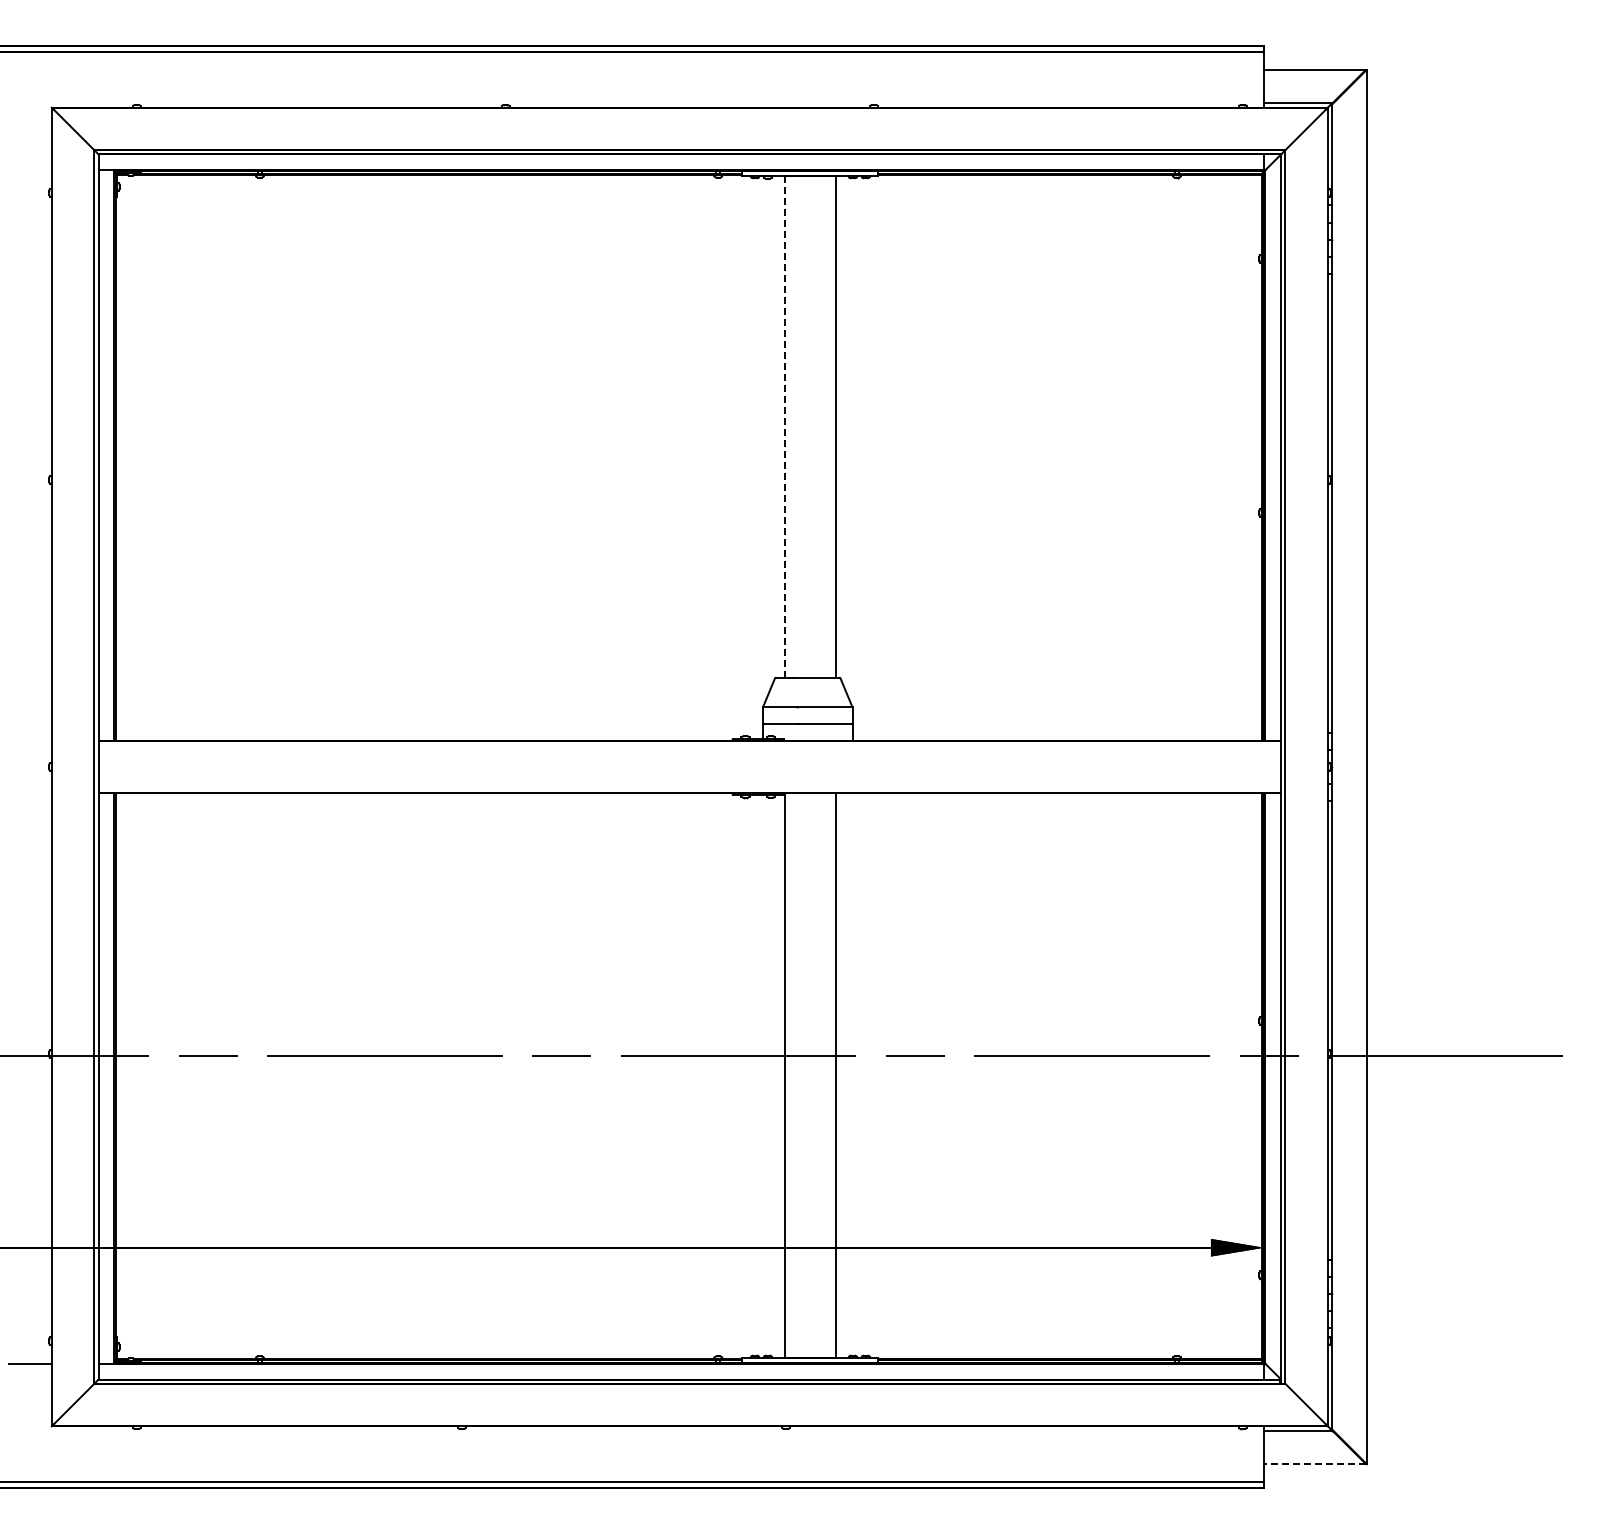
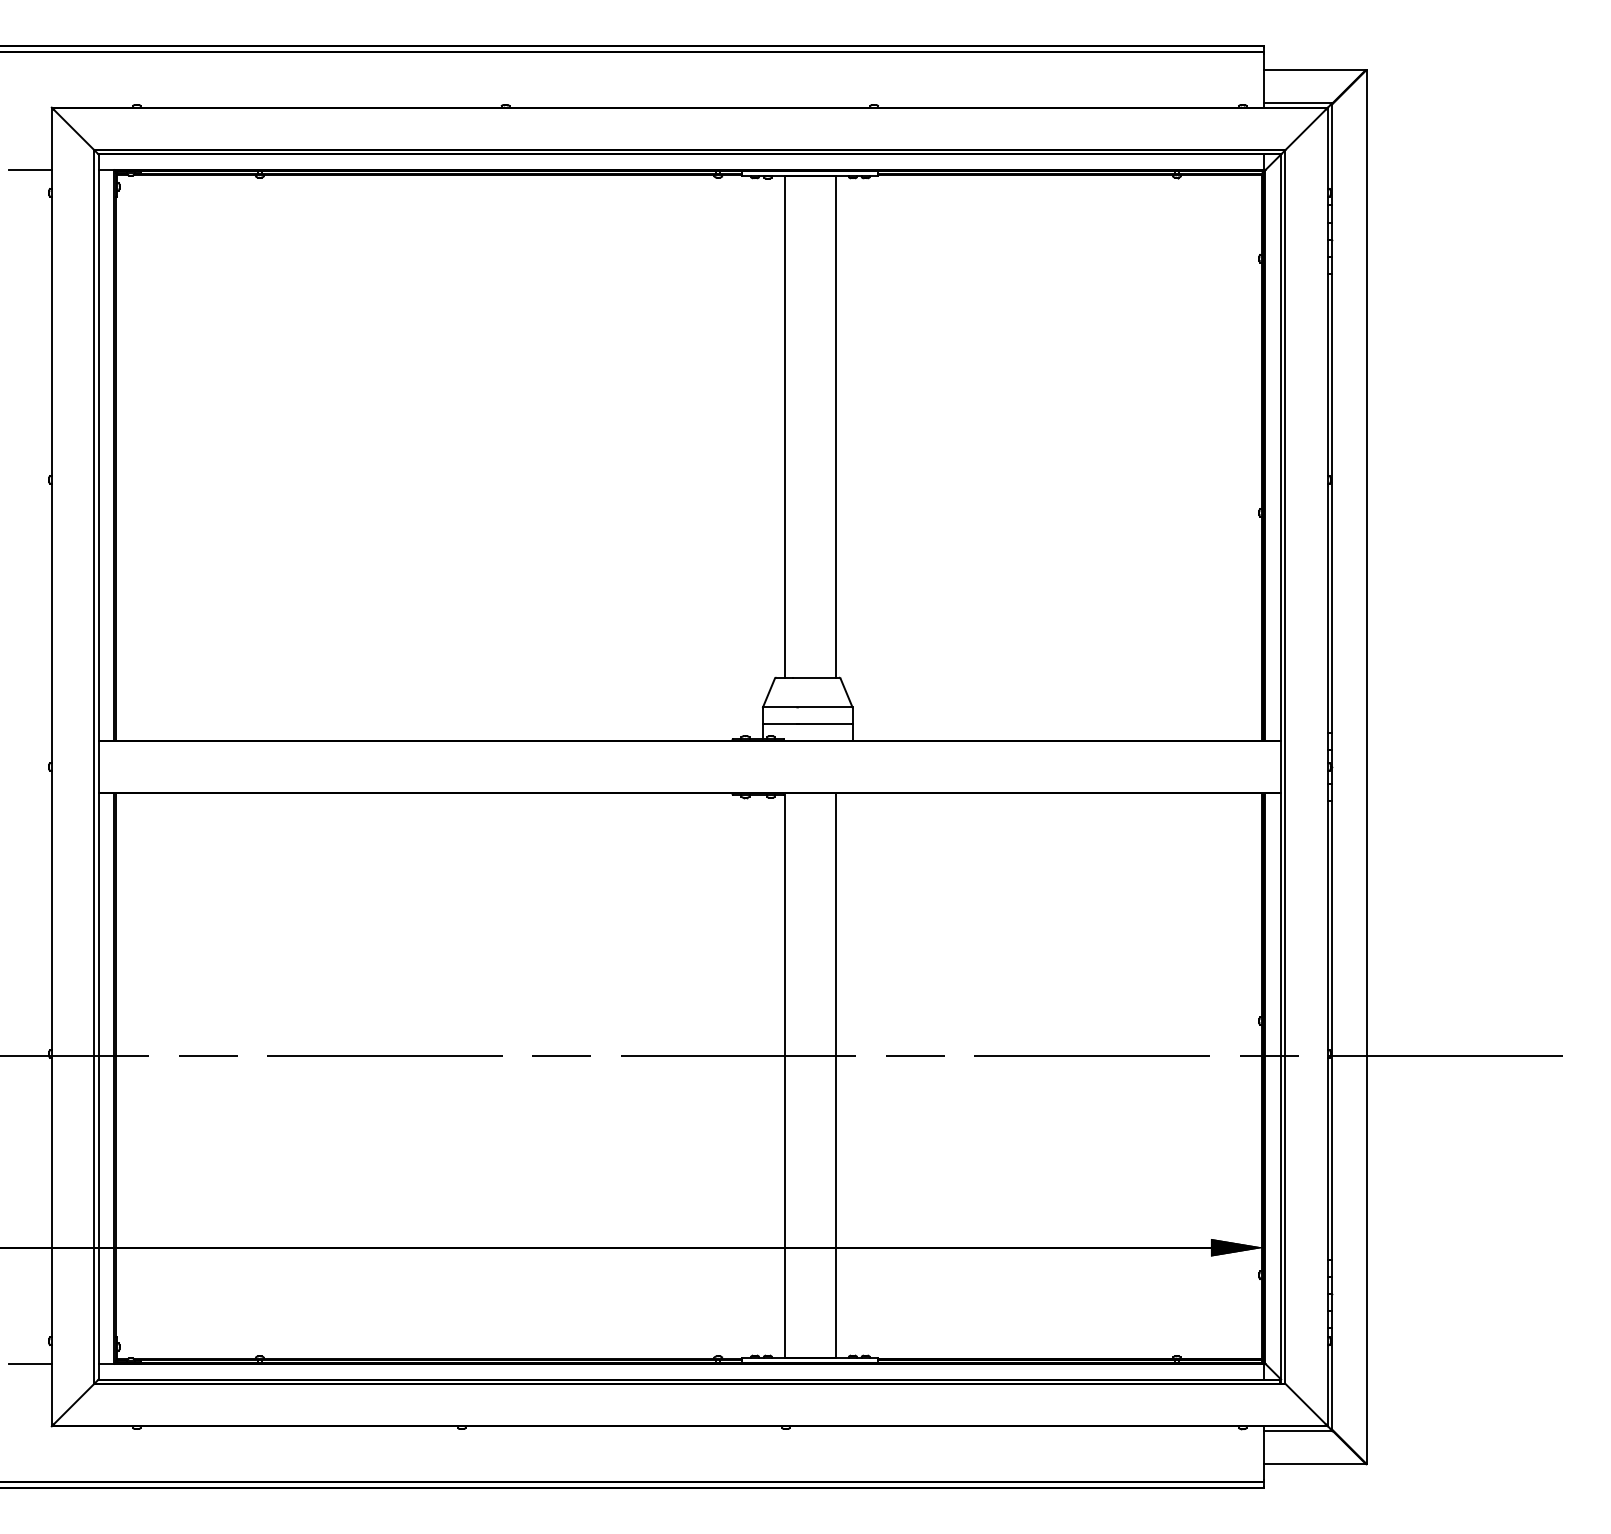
line at (30, 170): none -> present
line at (784, 426): dashed -> solid
line at (1314, 1464): dashed -> solid
